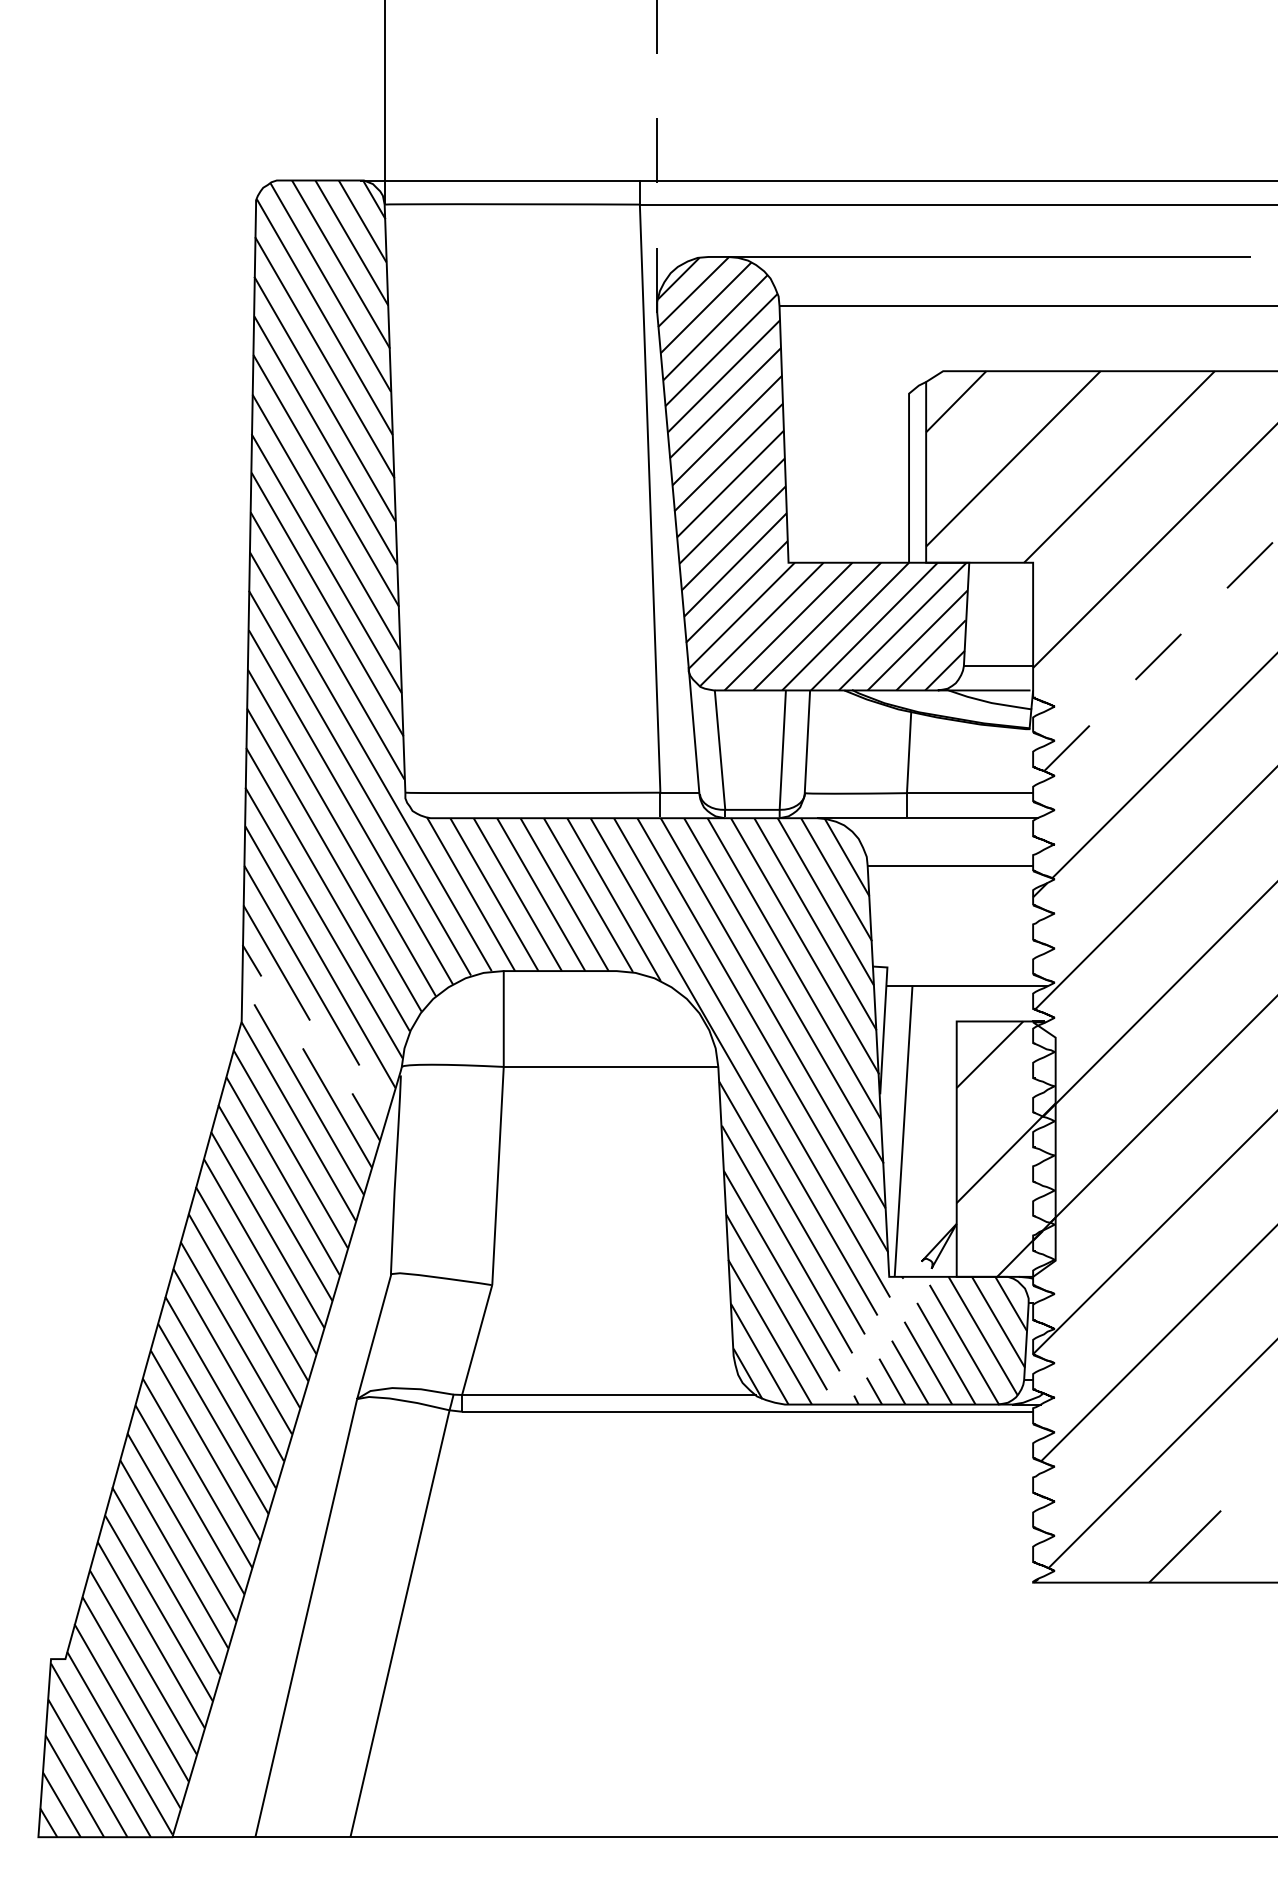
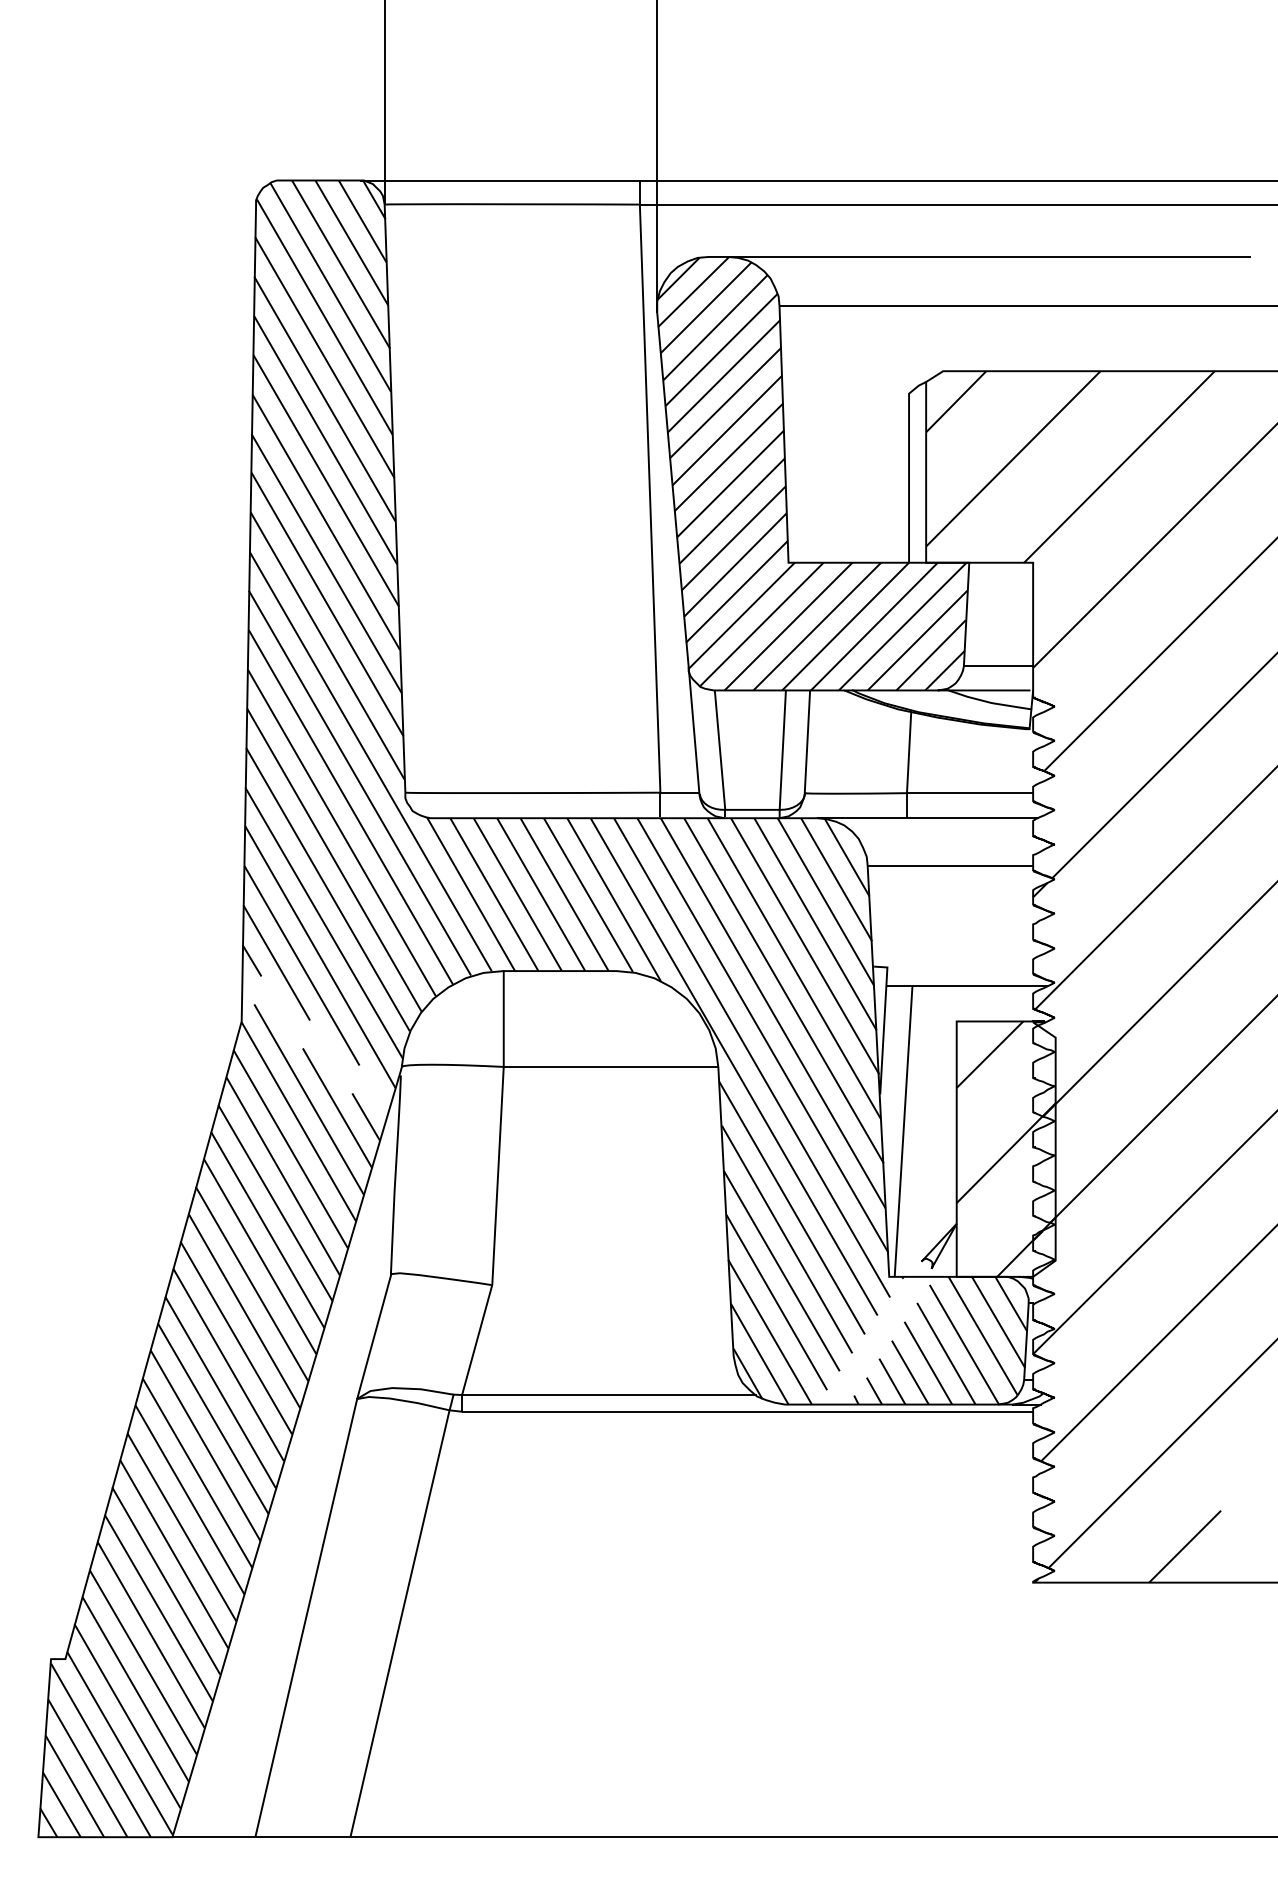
line at (657, 155): dashed -> solid
line at (1161, 654): dashed -> solid
